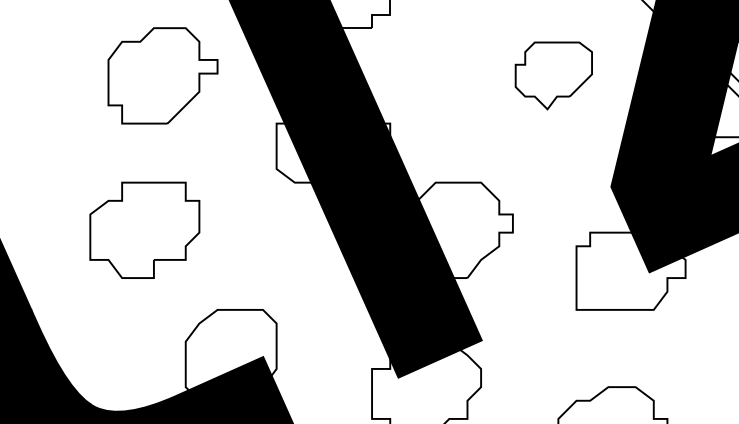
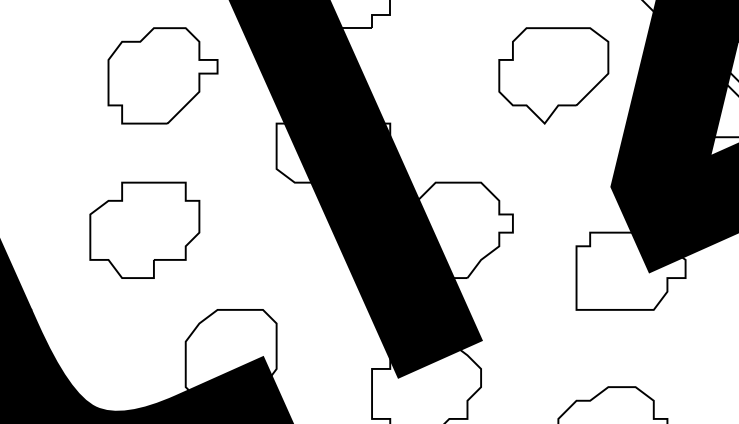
part at (553, 75) size: 79x70 px -> 112x98 px
